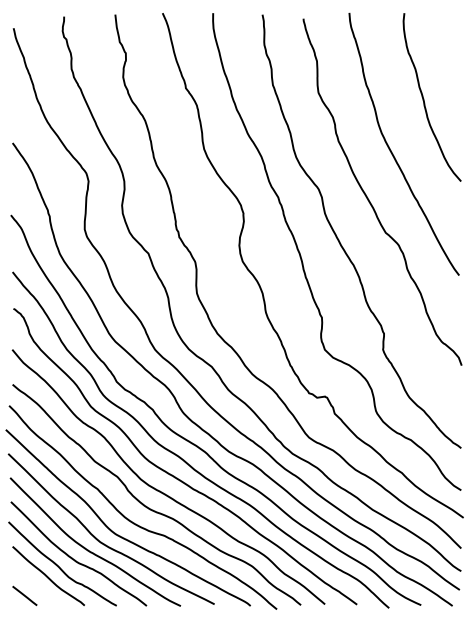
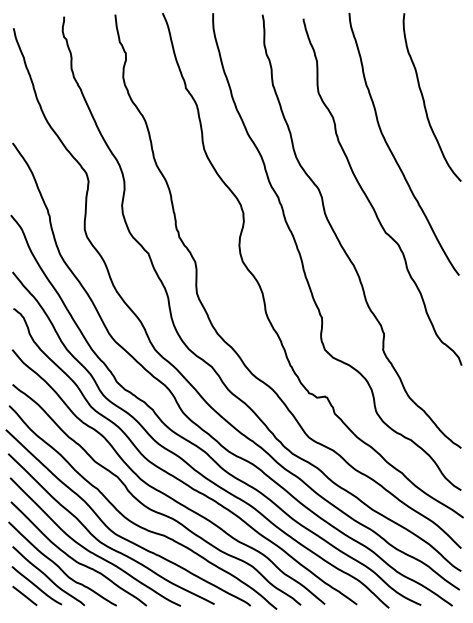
curve at (36, 585): none -> present
